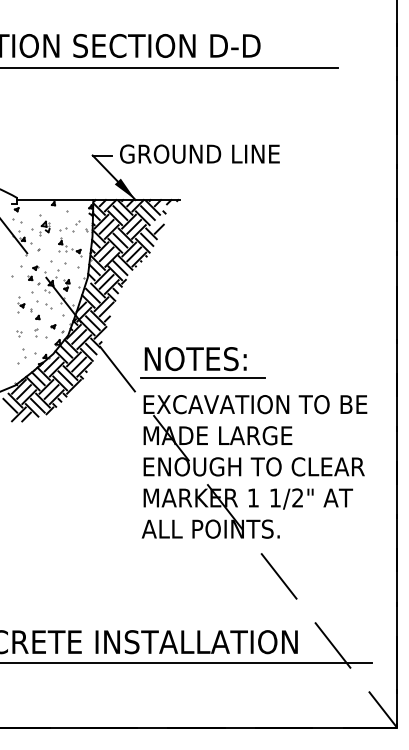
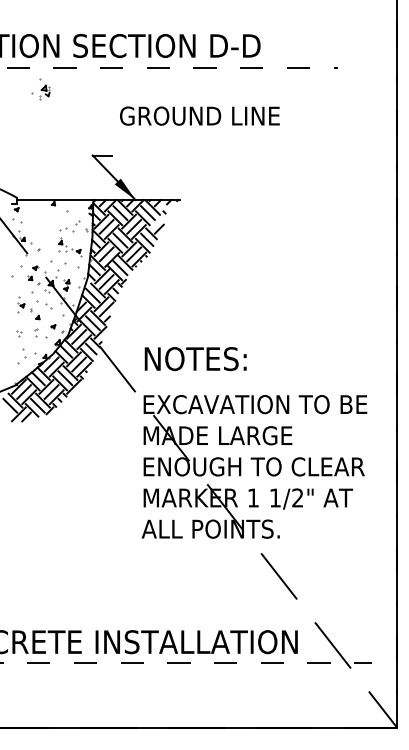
line at (169, 68): solid -> dashed
text at (199, 153) position: (199, 153) -> (199, 115)
part at (40, 225) position: (40, 225) -> (40, 89)
line at (202, 378): present -> none
line at (186, 663): solid -> dashed
